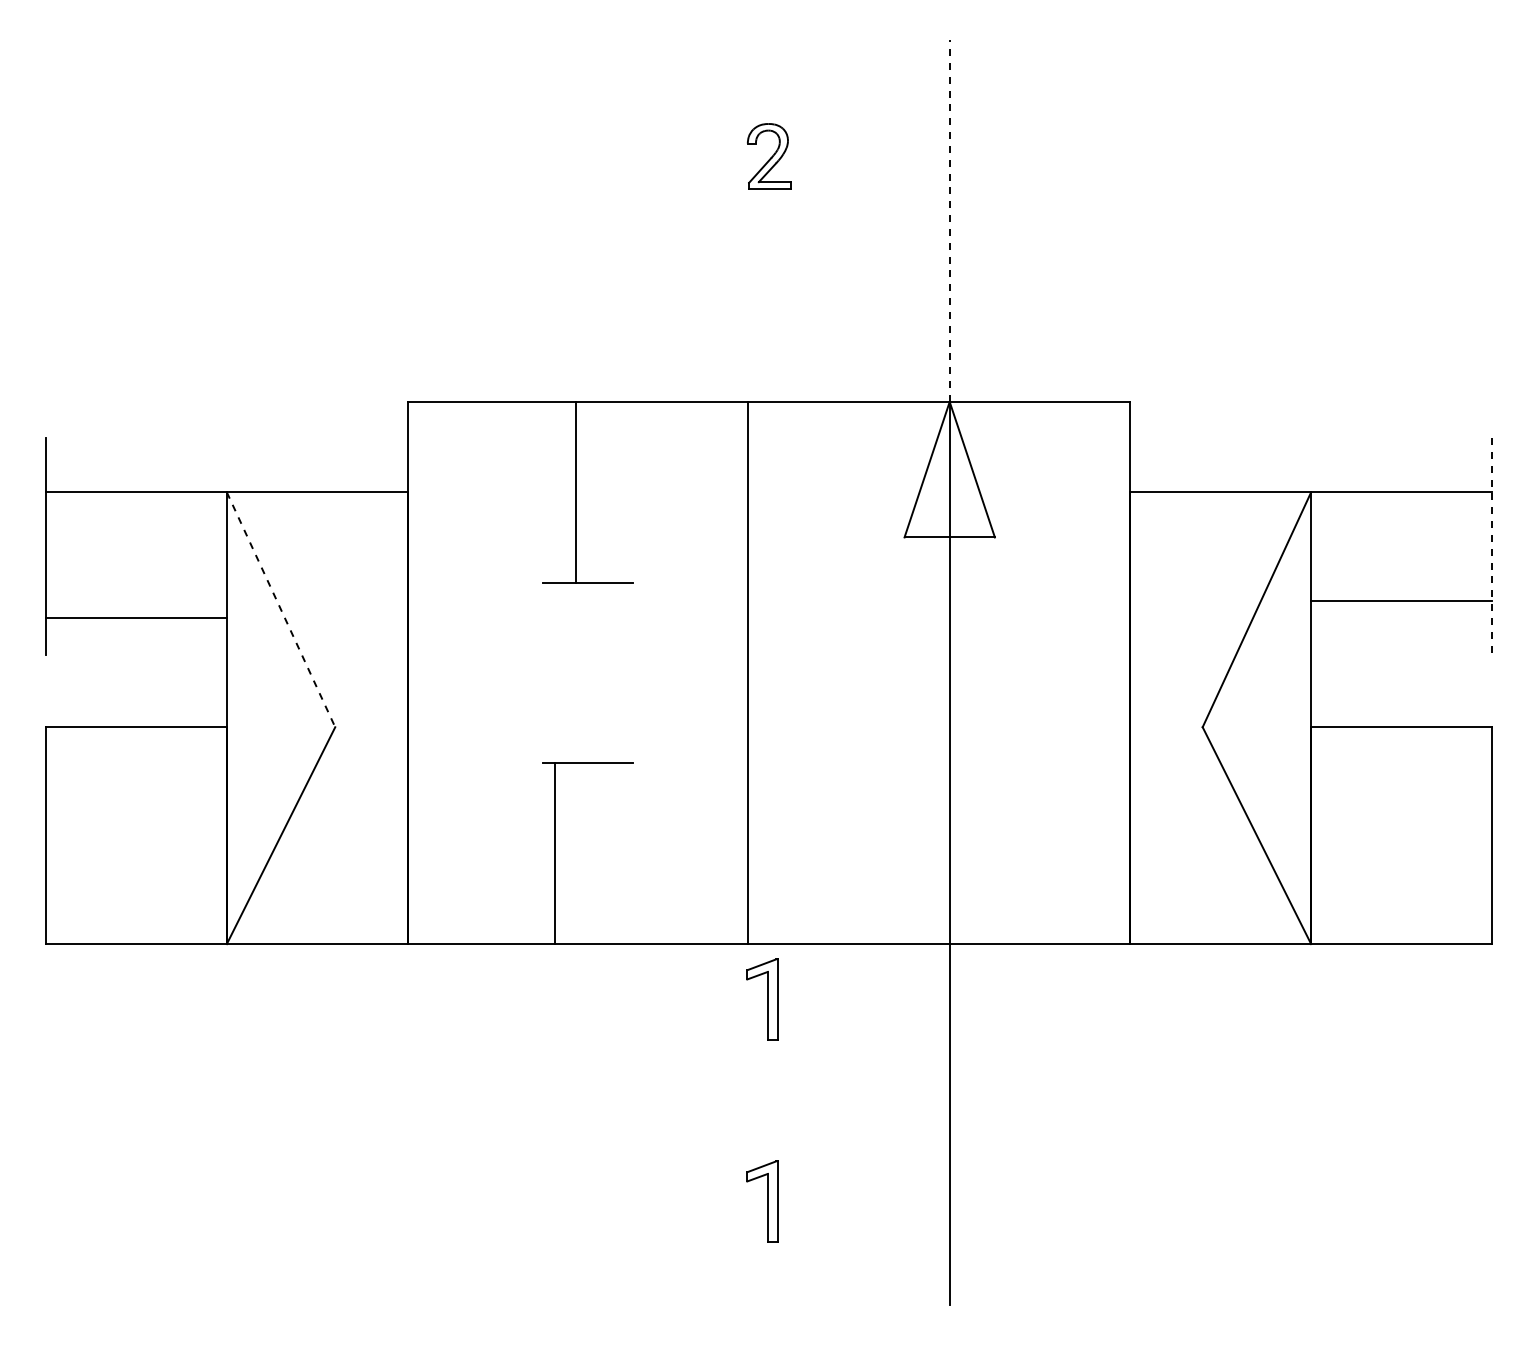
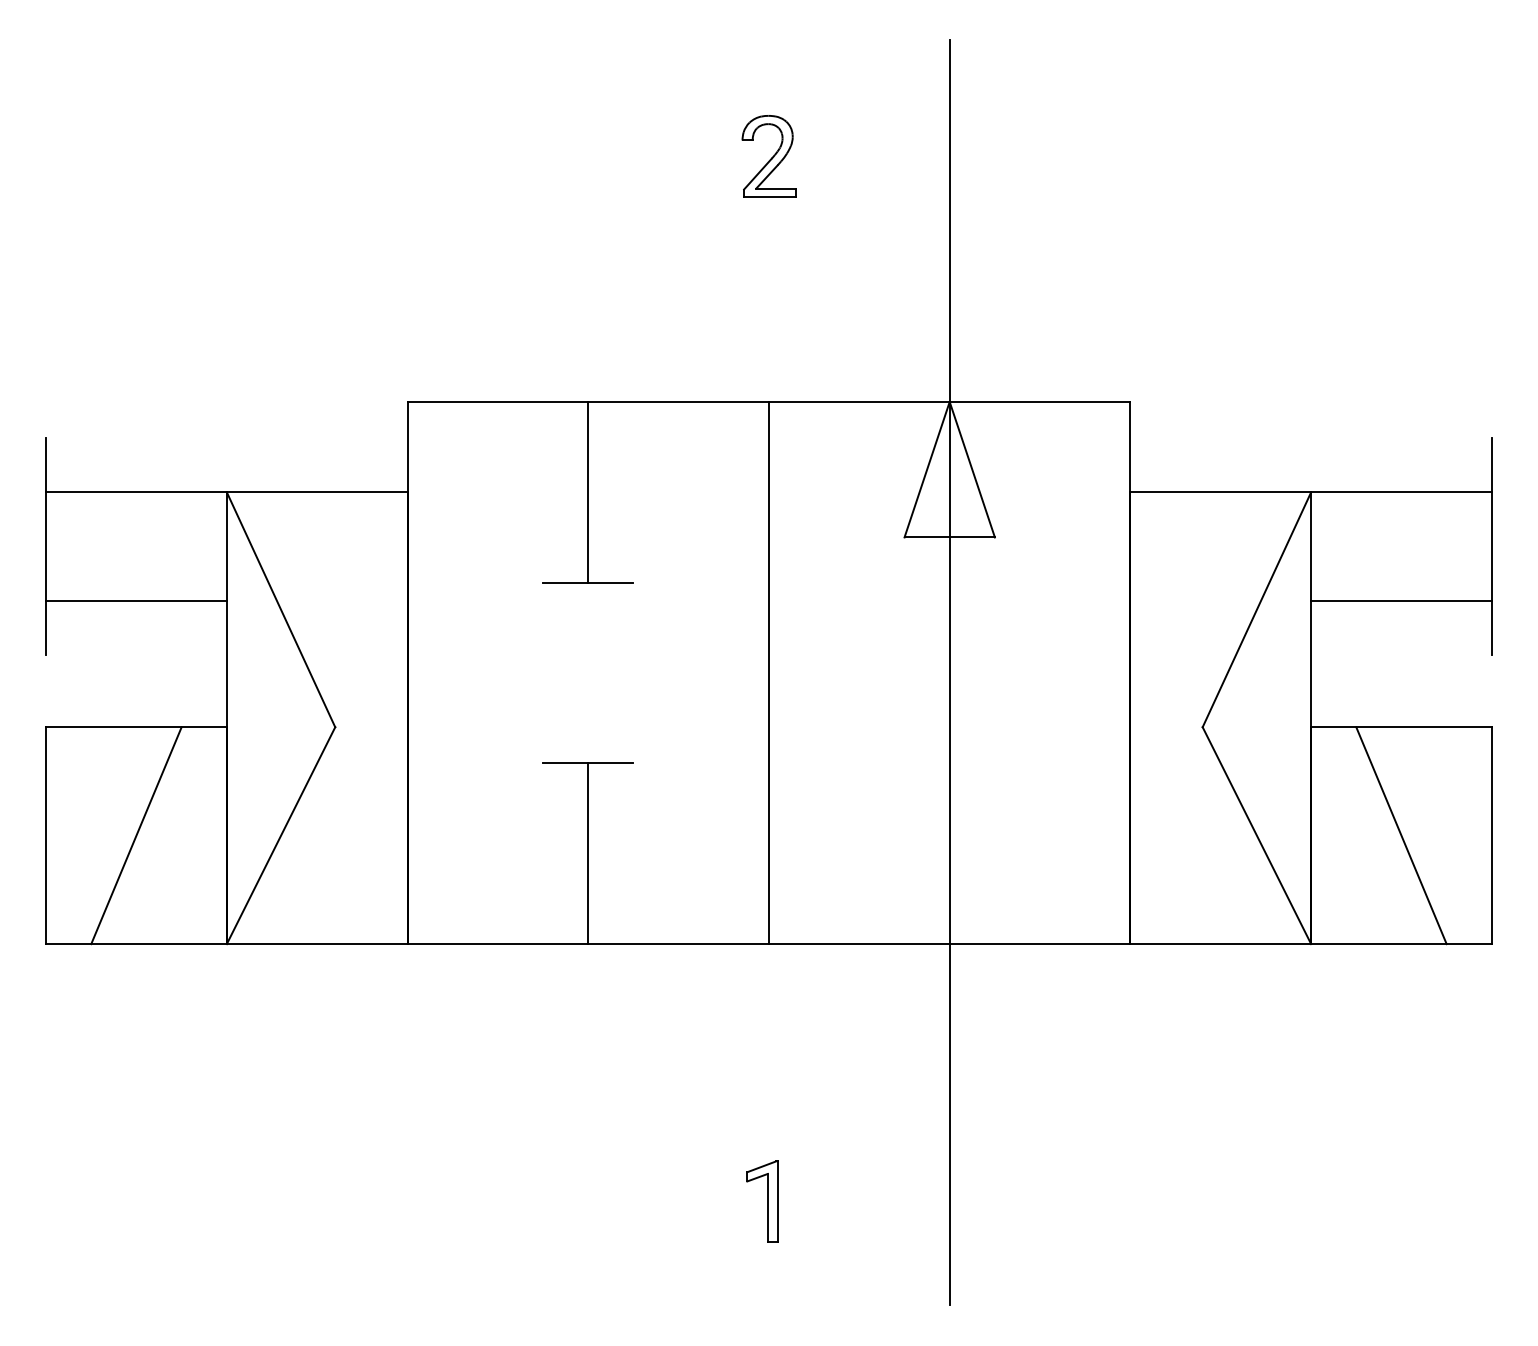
part at (769, 156) size: 45x67 px -> 56x83 px
line at (949, 221): dashed -> solid
line at (576, 491) position: (576, 491) -> (588, 491)
line at (1491, 546): dashed -> solid
line at (281, 610): dashed -> solid
line at (136, 617) position: (136, 617) -> (136, 600)
line at (747, 672) position: (747, 672) -> (768, 672)
line at (136, 835): none -> present
line at (1401, 835): none -> present
line at (555, 853) position: (555, 853) -> (588, 853)
part at (762, 999): present -> none
